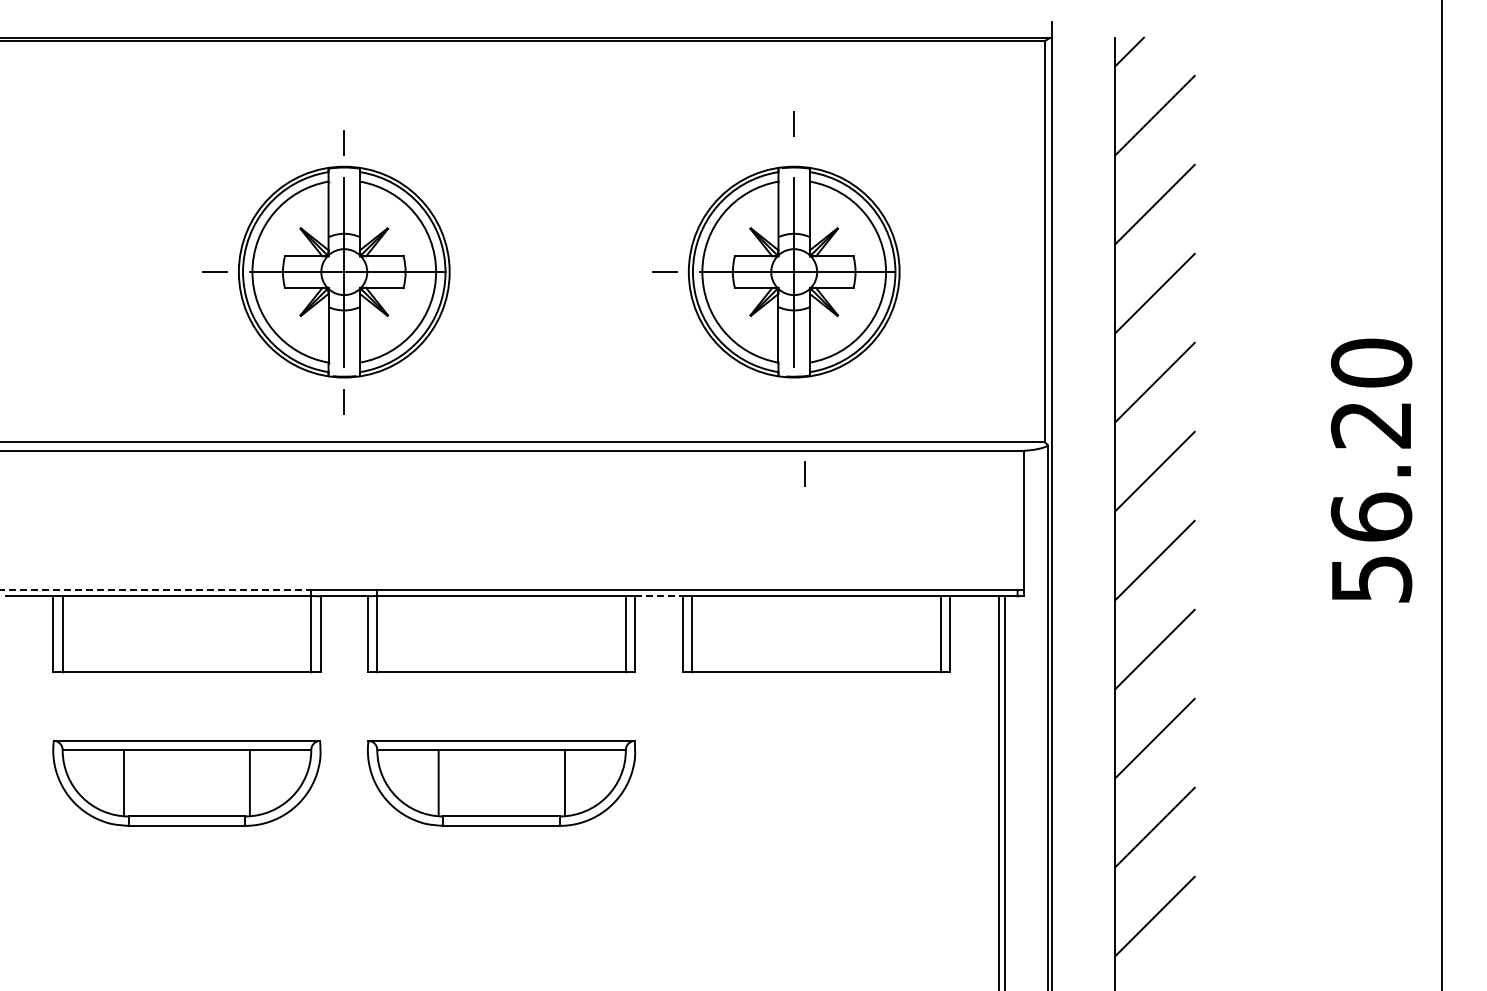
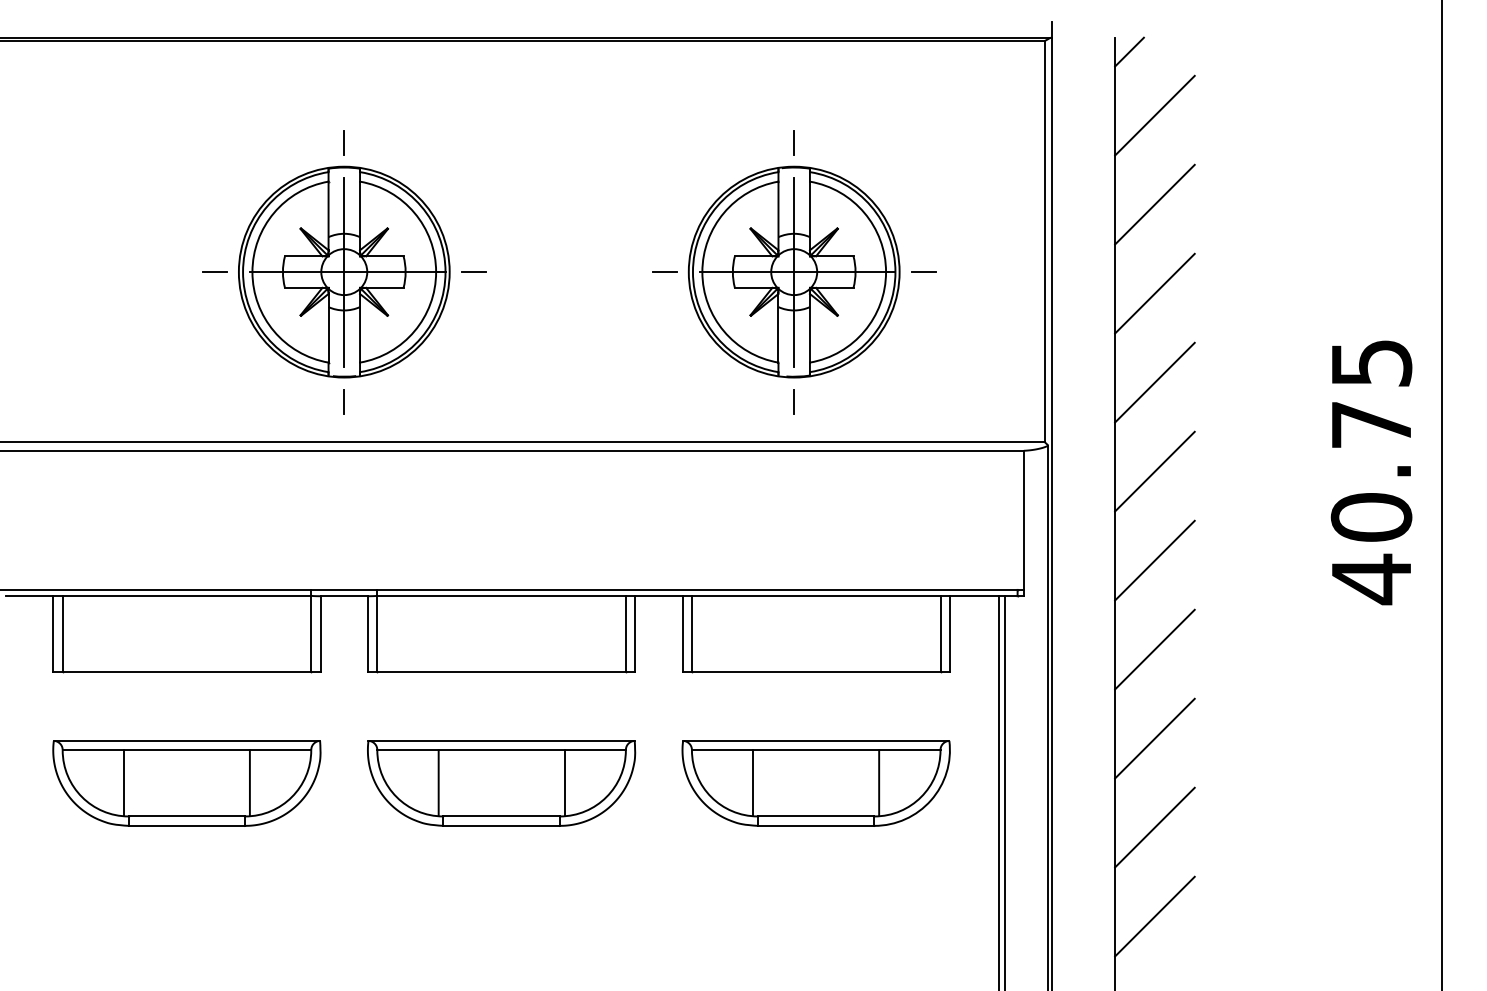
line at (793, 123) position: (793, 123) -> (793, 142)
line at (473, 272): none -> present
line at (923, 272): none -> present
text at (1371, 471): 56.20 -> 40.75
line at (804, 473) position: (804, 473) -> (793, 401)
line at (156, 589): dashed -> solid
line at (658, 596): dashed -> solid
part at (815, 783): none -> present
